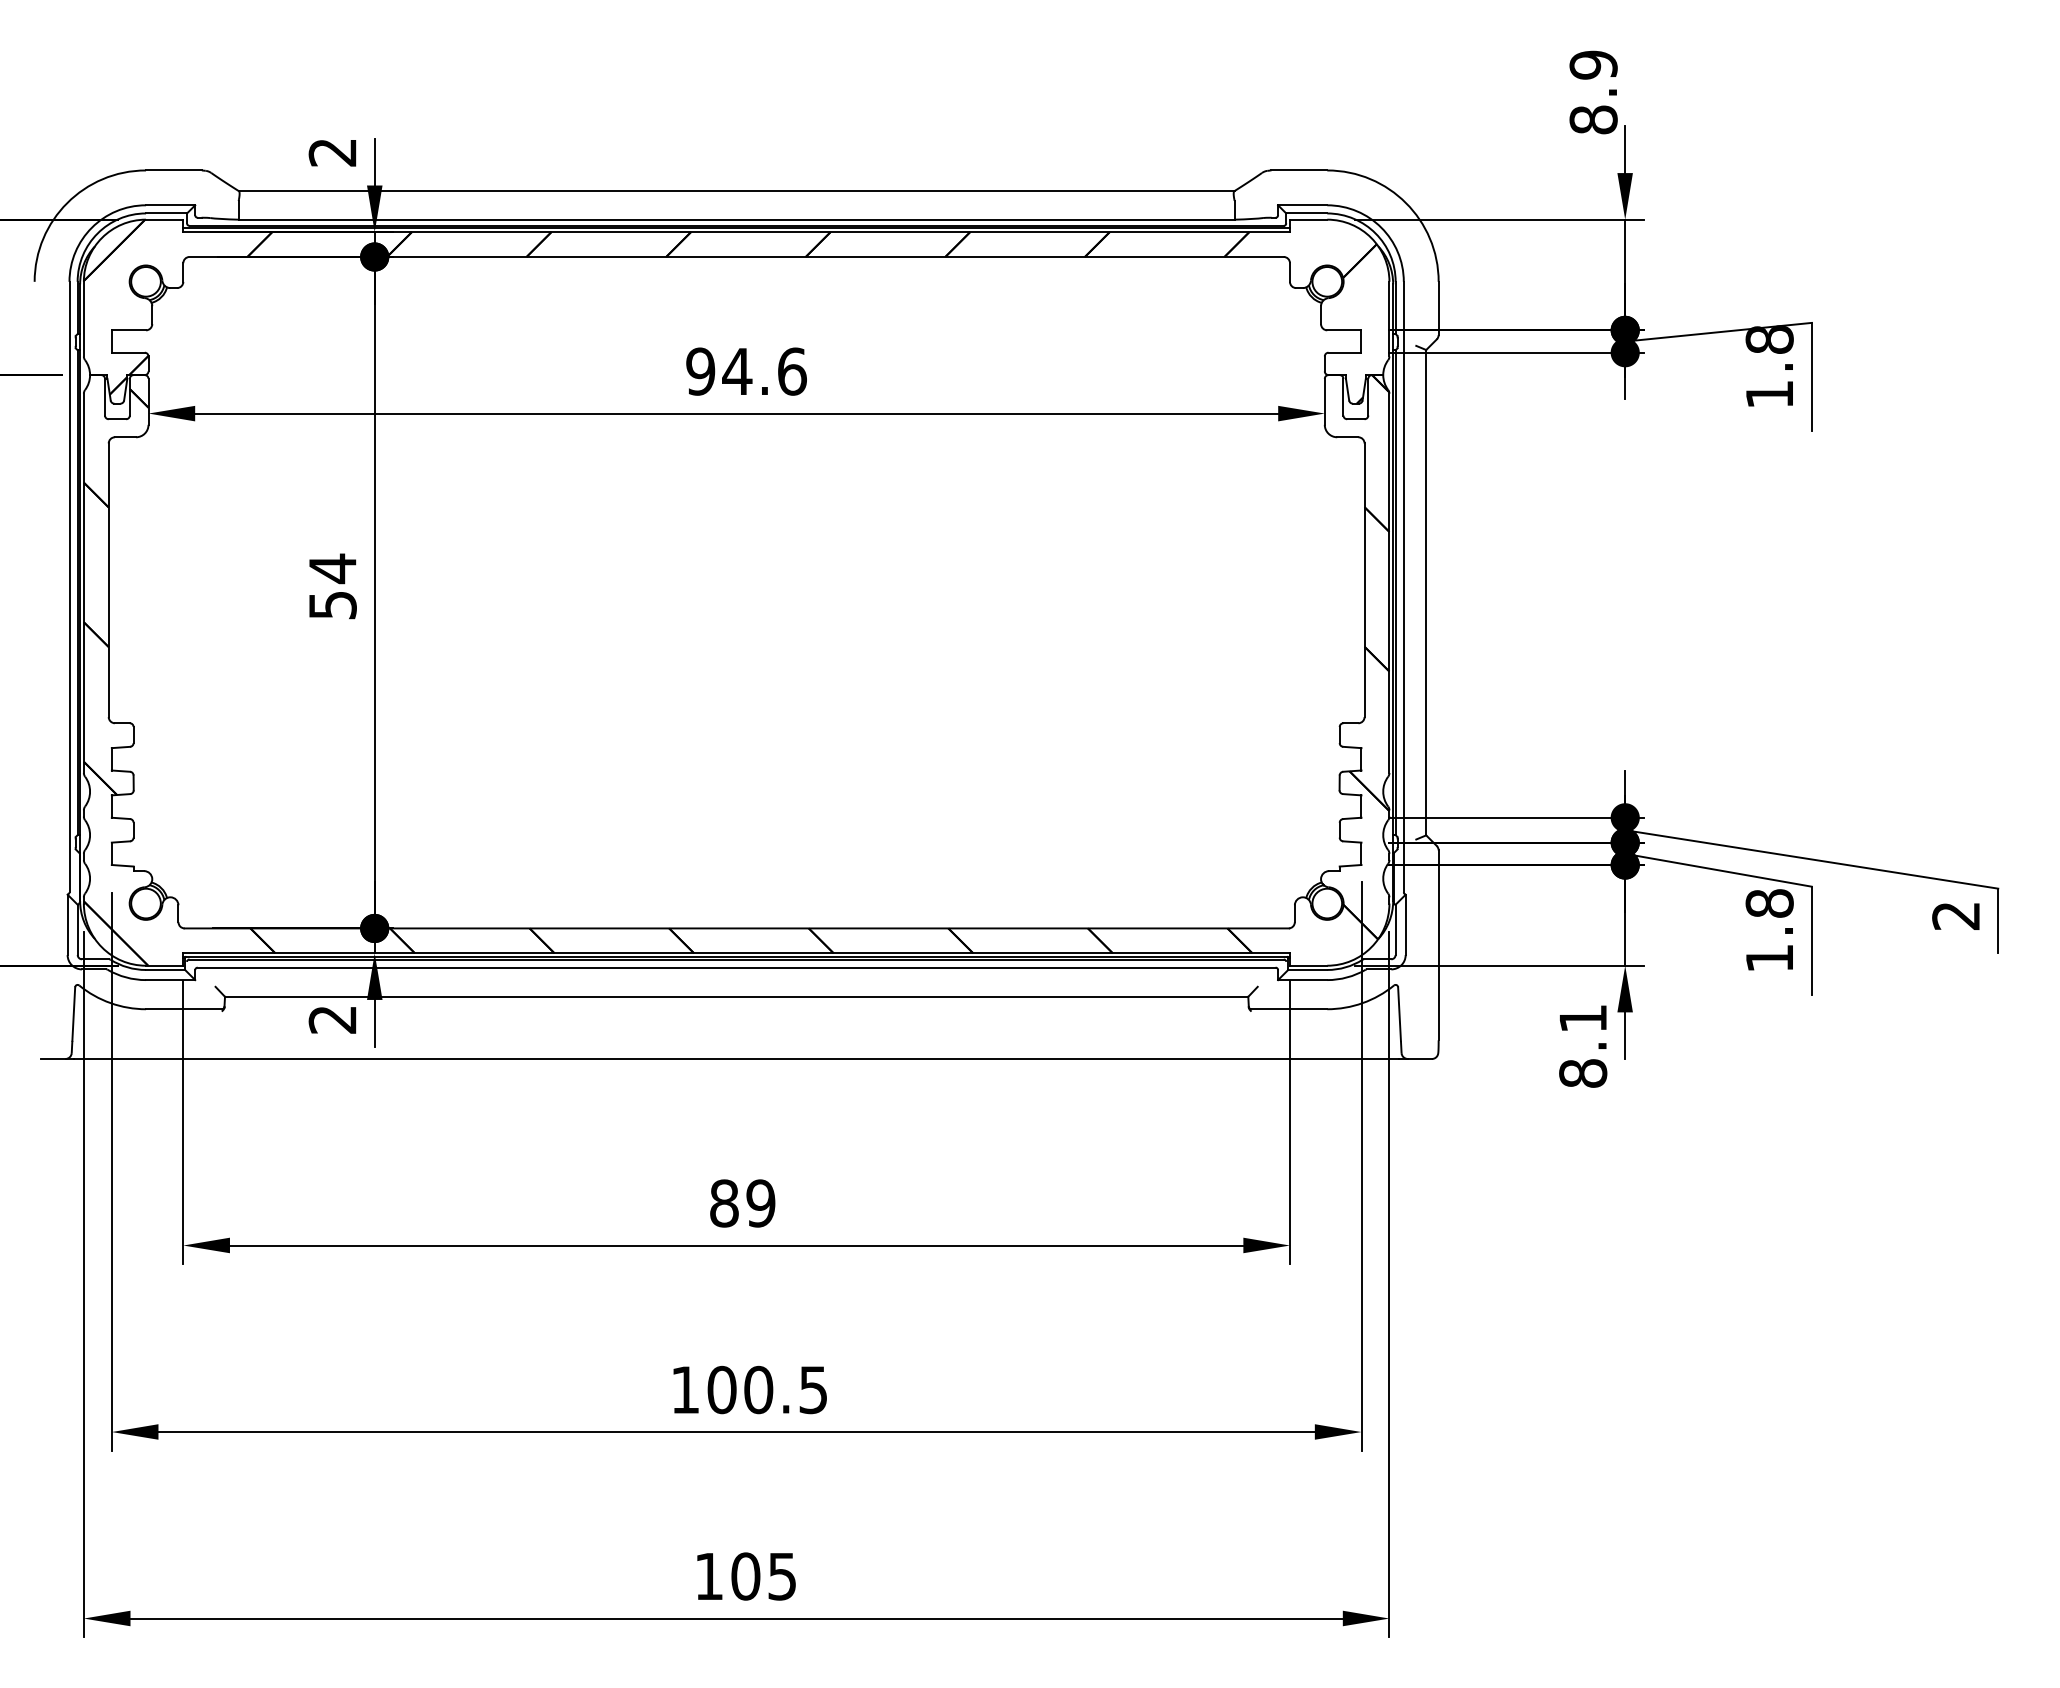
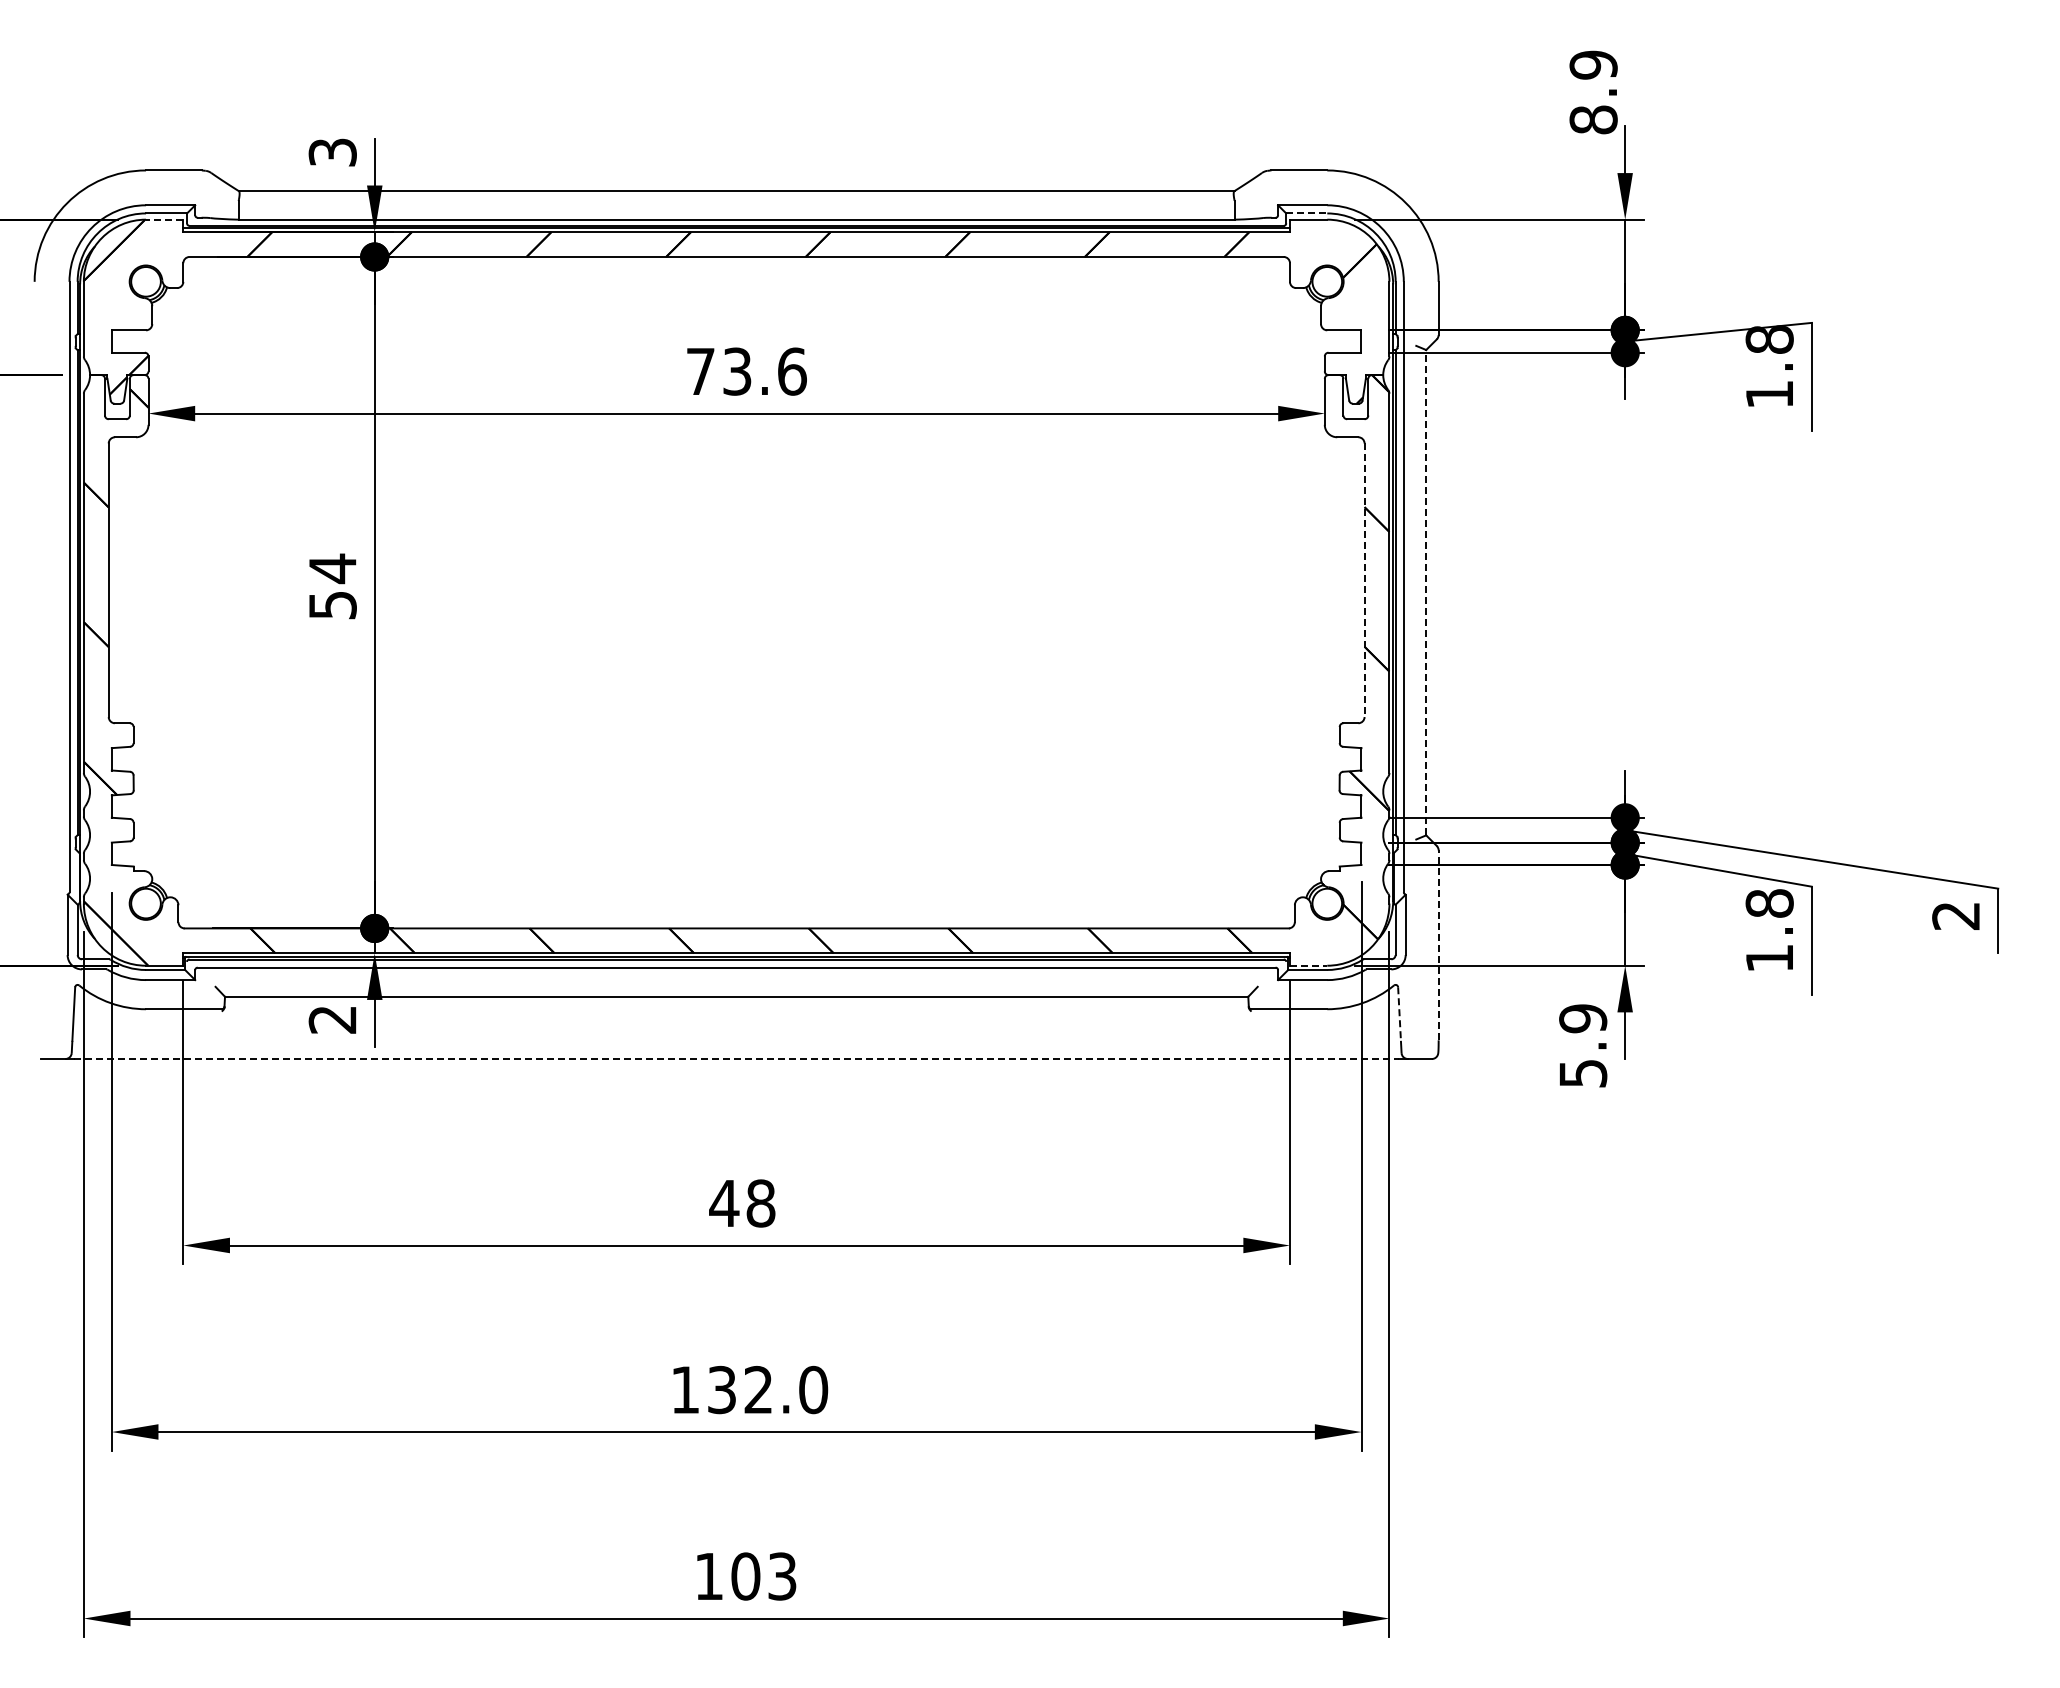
text at (332, 152): 2 -> 3
line at (1306, 213): solid -> dashed
line at (164, 219): solid -> dashed
text at (719, 371): 94.6 -> 73.6
line at (1364, 580): solid -> dashed
line at (1426, 592): solid -> dashed
line at (1438, 945): solid -> dashed
line at (1308, 965): solid -> dashed
line at (1399, 1014): solid -> dashed
text at (1583, 1045): 8.1 -> 5.9
line at (737, 1058): solid -> dashed
text at (742, 1203): 89 -> 48
text at (767, 1389): 100.5 -> 132.0
text at (782, 1576): 105 -> 103
